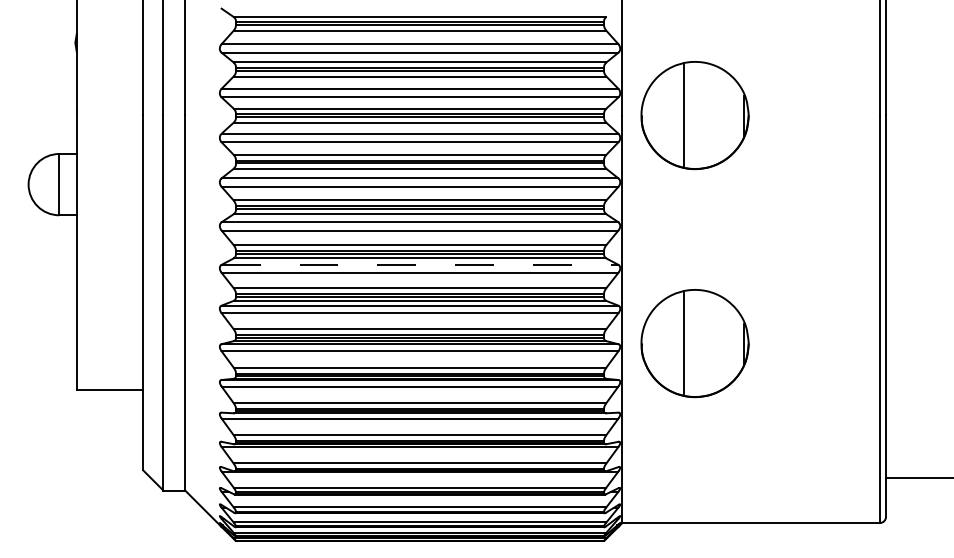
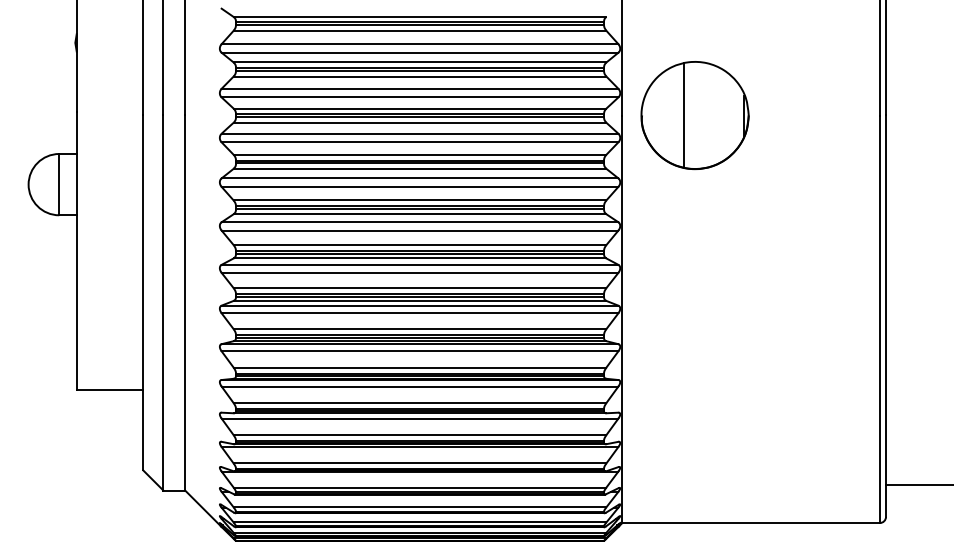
line at (420, 264): dashed -> solid
part at (694, 343): present -> none
line at (918, 477) position: (918, 477) -> (918, 484)
